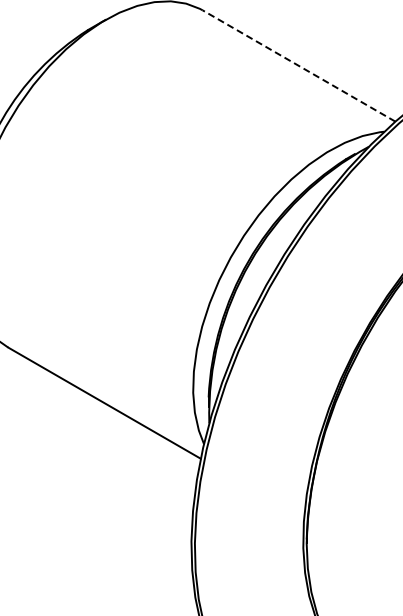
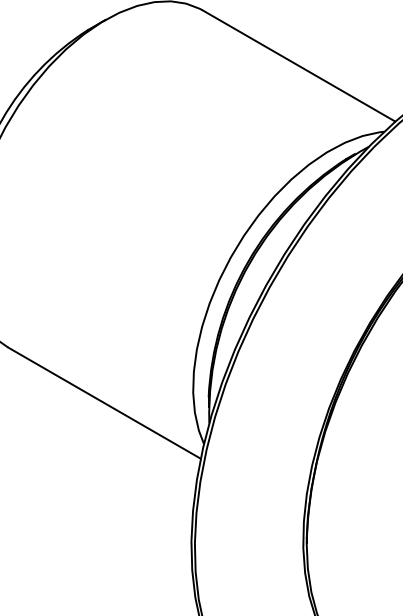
line at (298, 65): dashed -> solid
